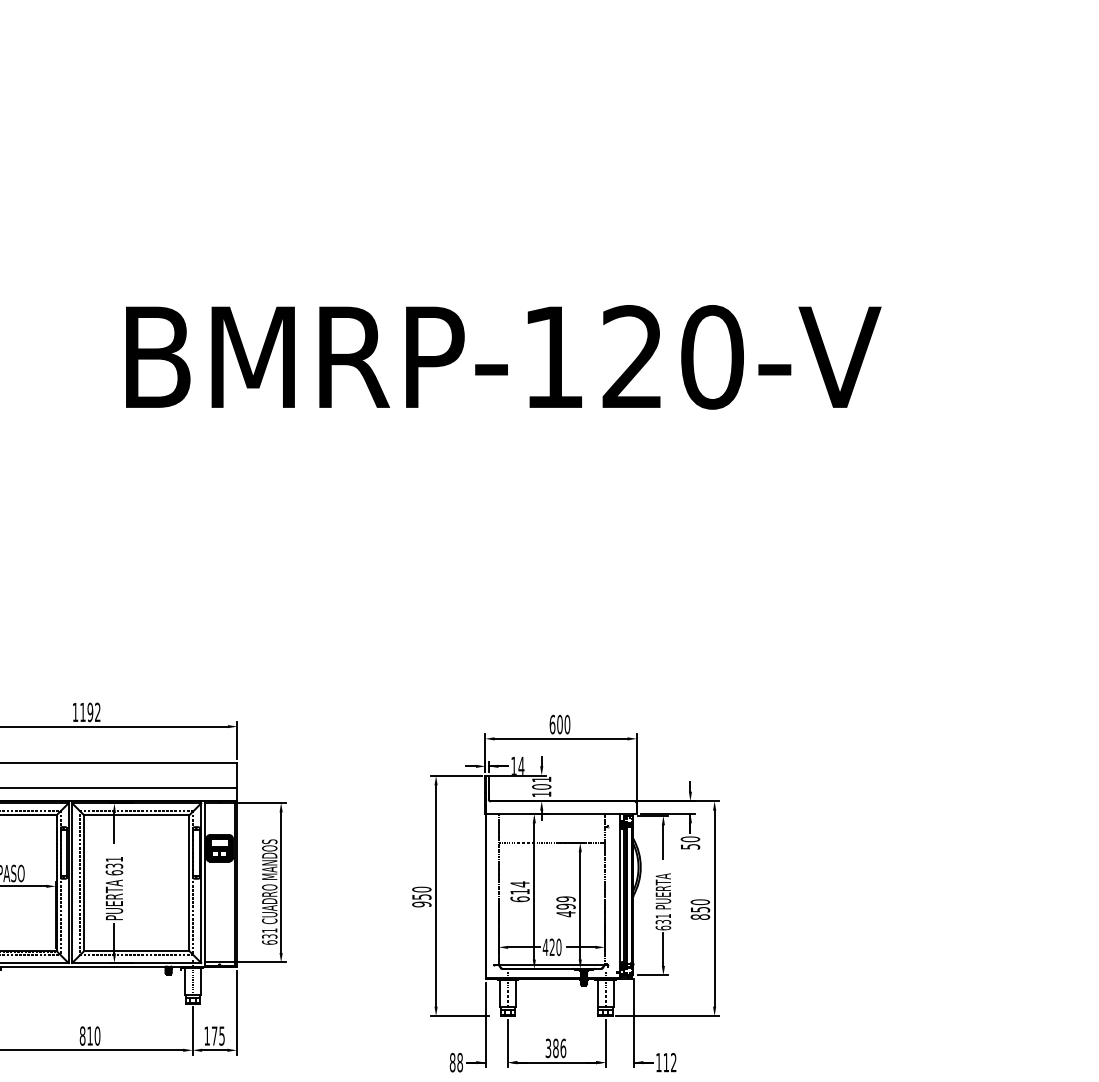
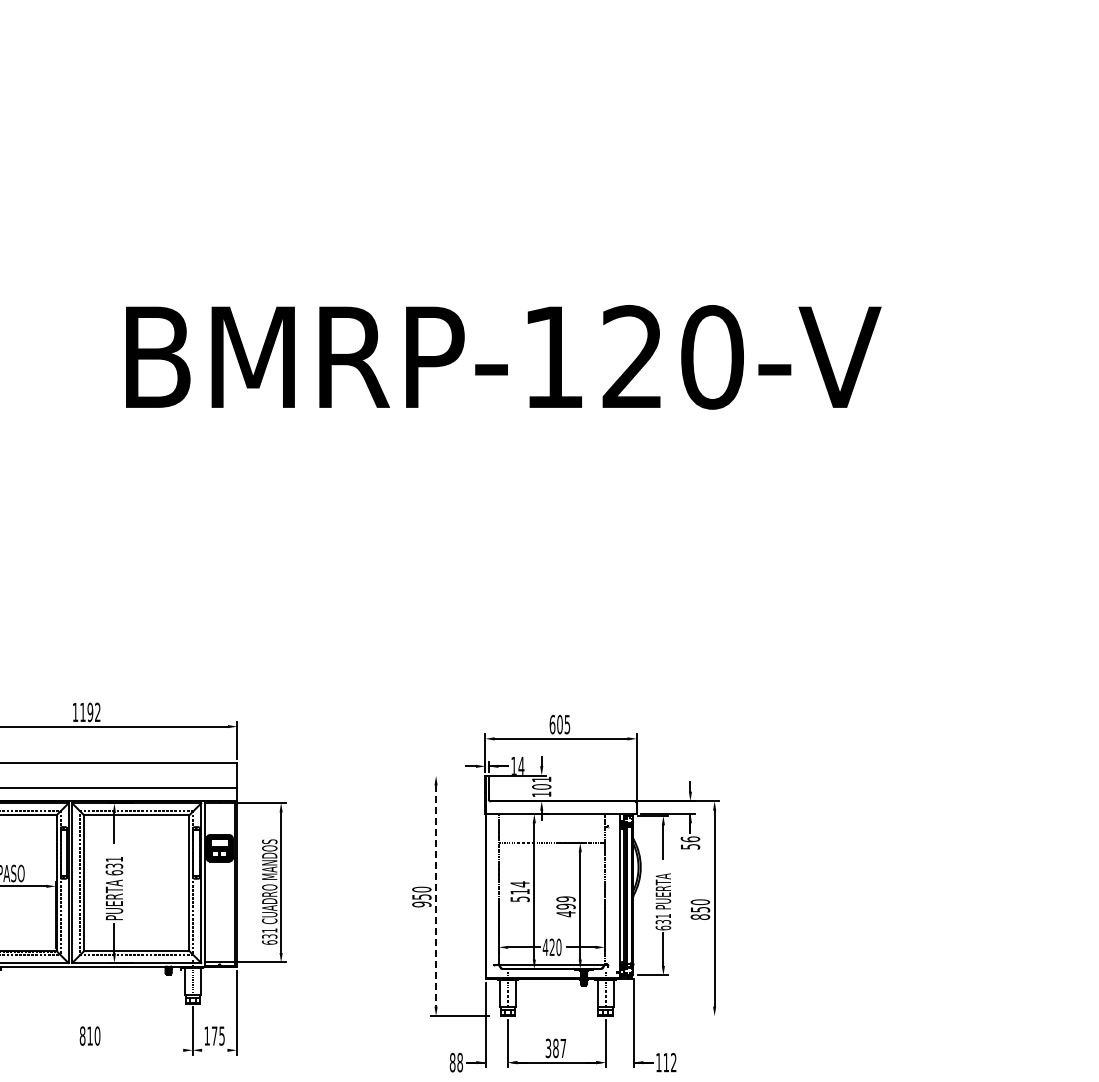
text at (567, 724): 600 -> 605
line at (456, 775): present -> none
text at (689, 839): 50 -> 56
line at (436, 896): solid -> dashed
text at (519, 899): 614 -> 514
line at (667, 1016): present -> none
text at (563, 1048): 386 -> 387
line at (92, 1050): present -> none
line at (214, 1050): present -> none
